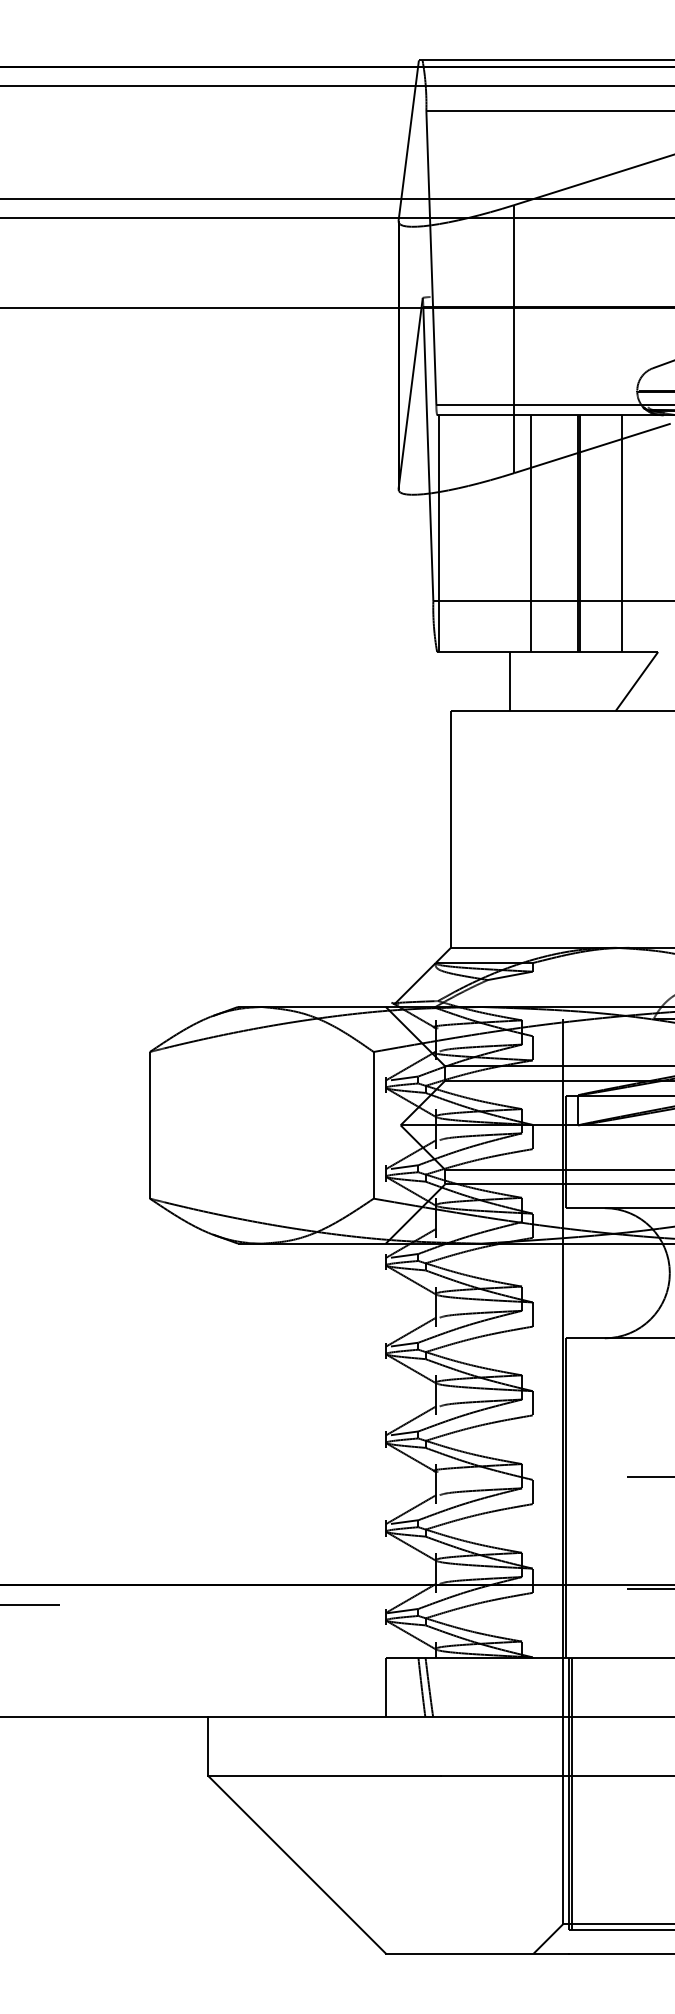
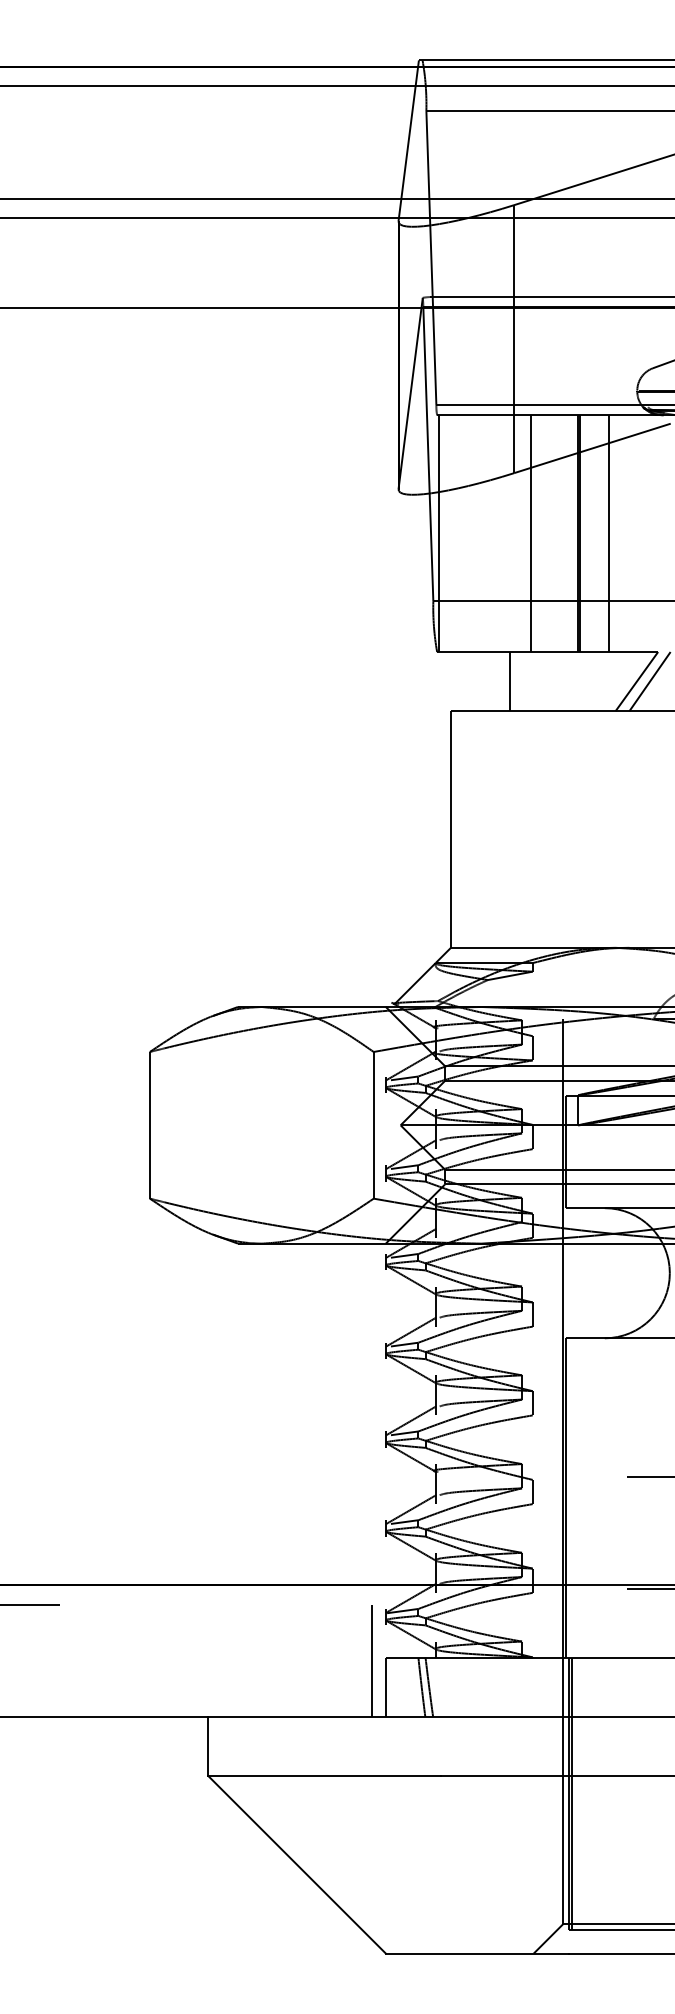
line at (550, 297): none -> present
line at (621, 533) position: (621, 533) -> (608, 533)
line at (649, 681): none -> present
line at (371, 1660): none -> present
